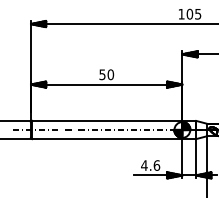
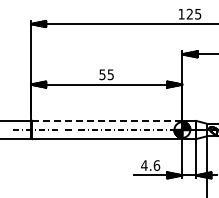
text at (189, 13): 105 -> 125
text at (110, 74): 50 -> 55
line at (106, 120): solid -> dashed
